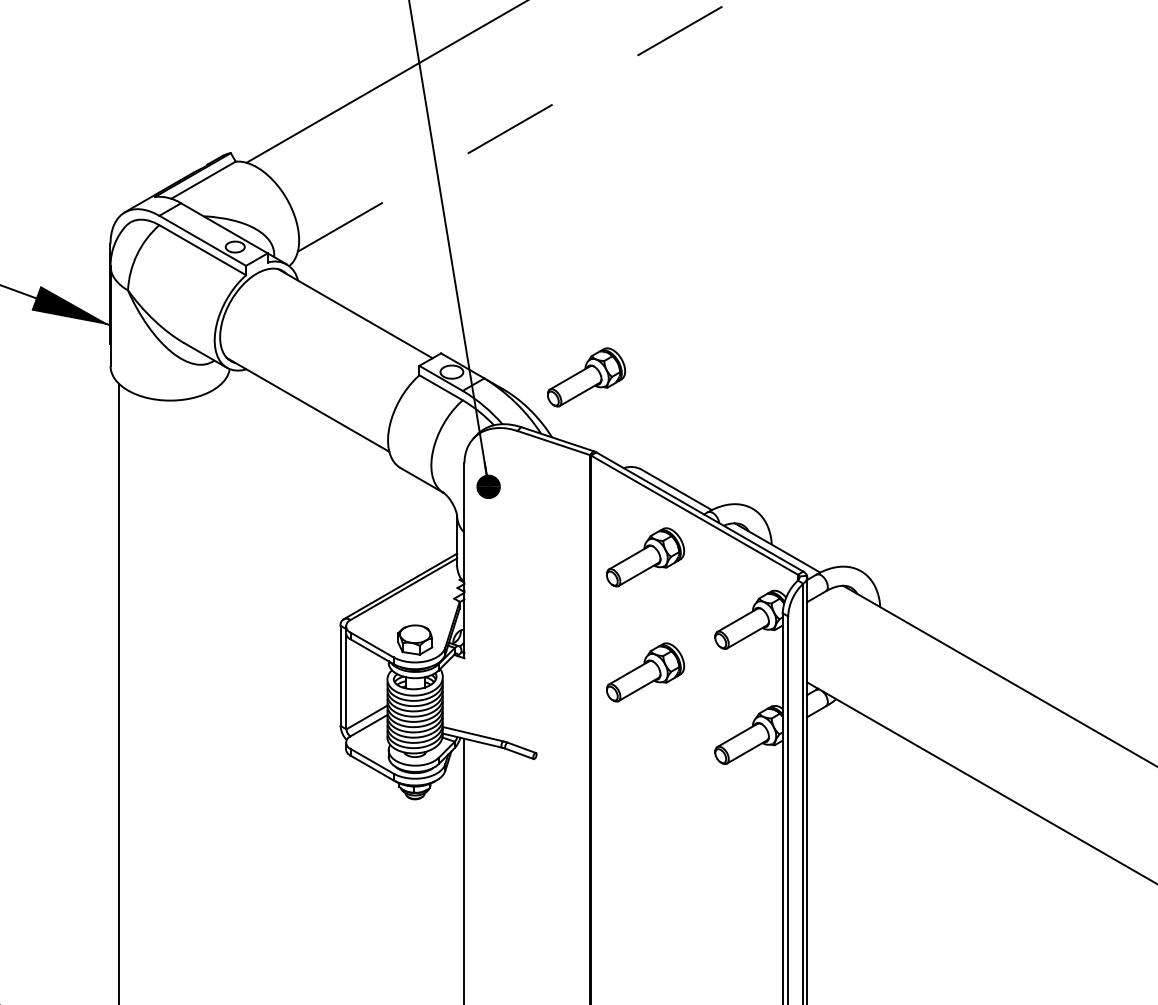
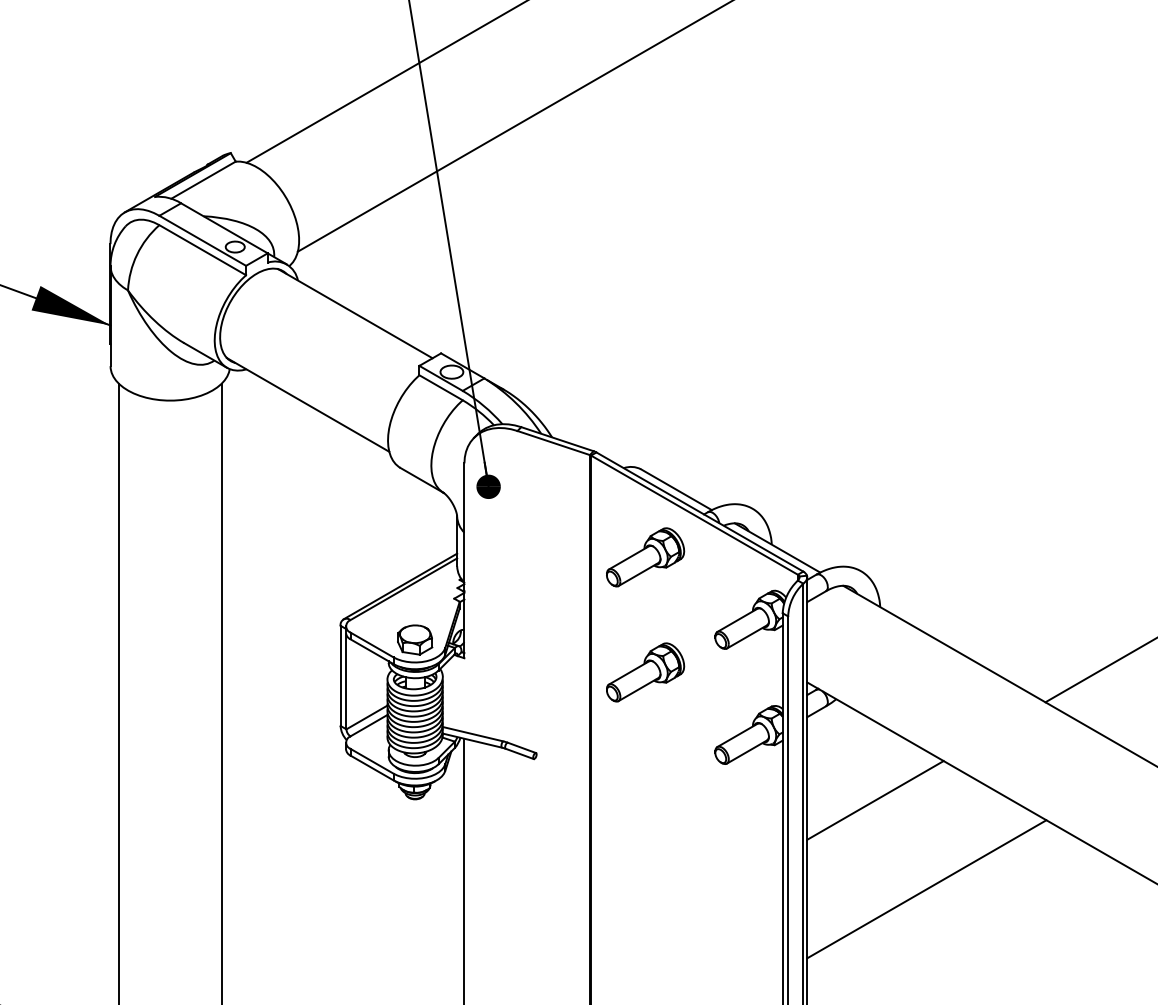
line at (516, 125): dashed -> solid
part at (586, 377): present -> none
line at (1099, 670): none -> present
line at (221, 692): none -> present
line at (875, 800): none -> present
line at (926, 889): none -> present
